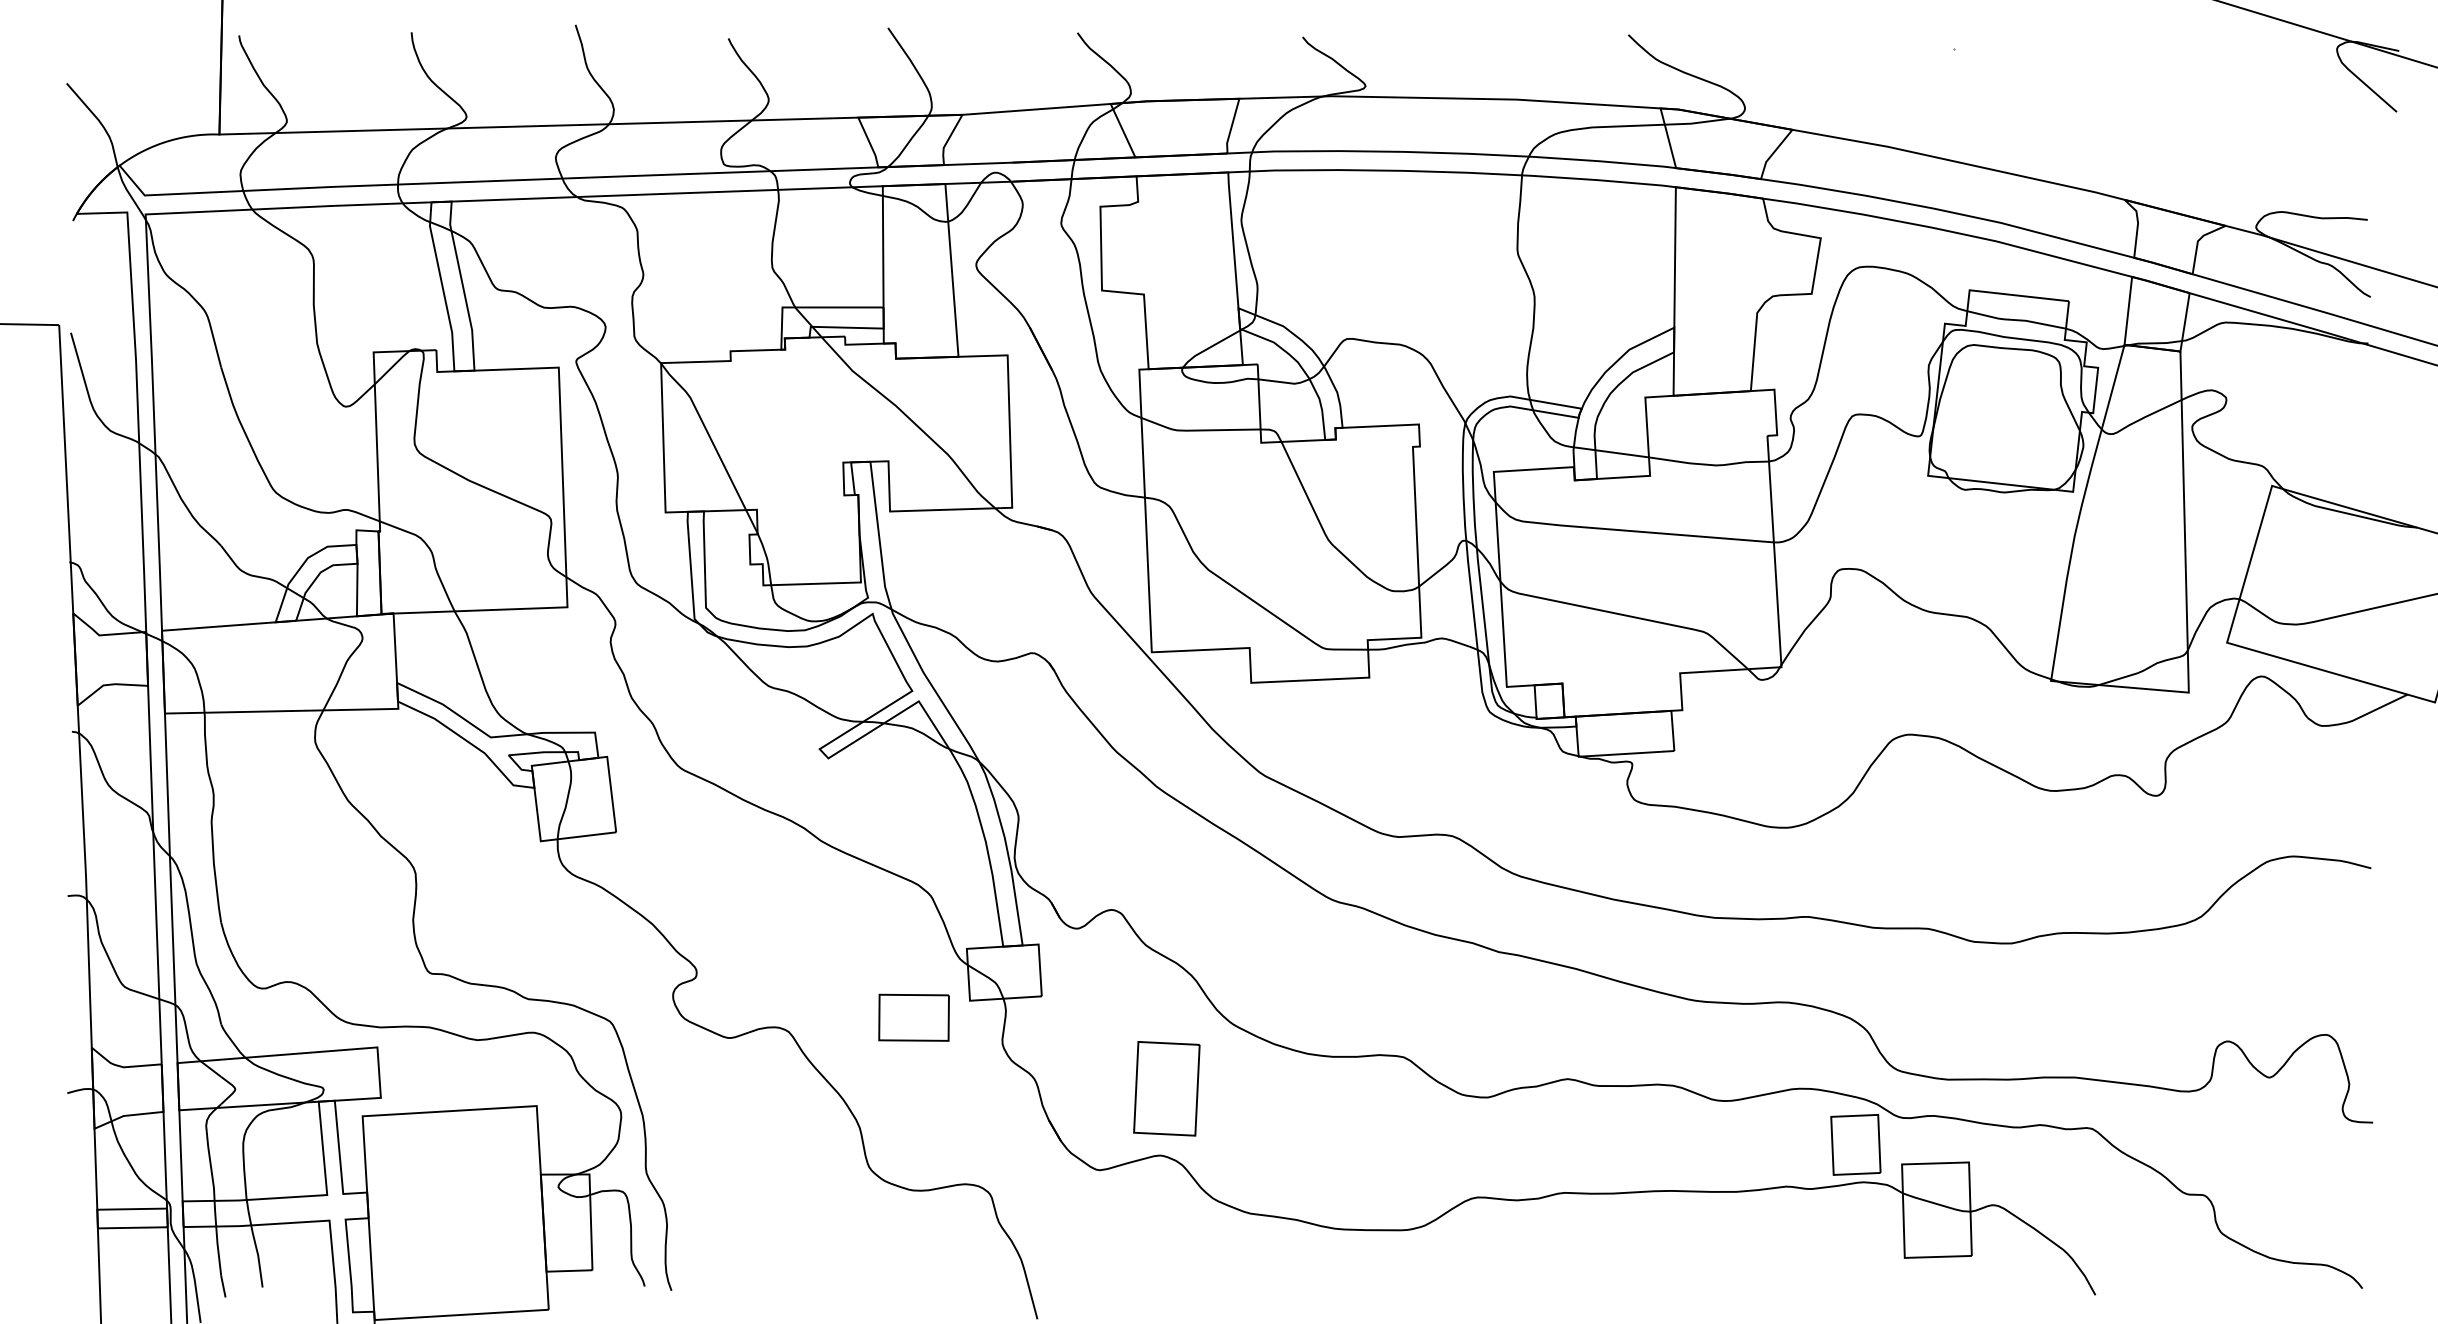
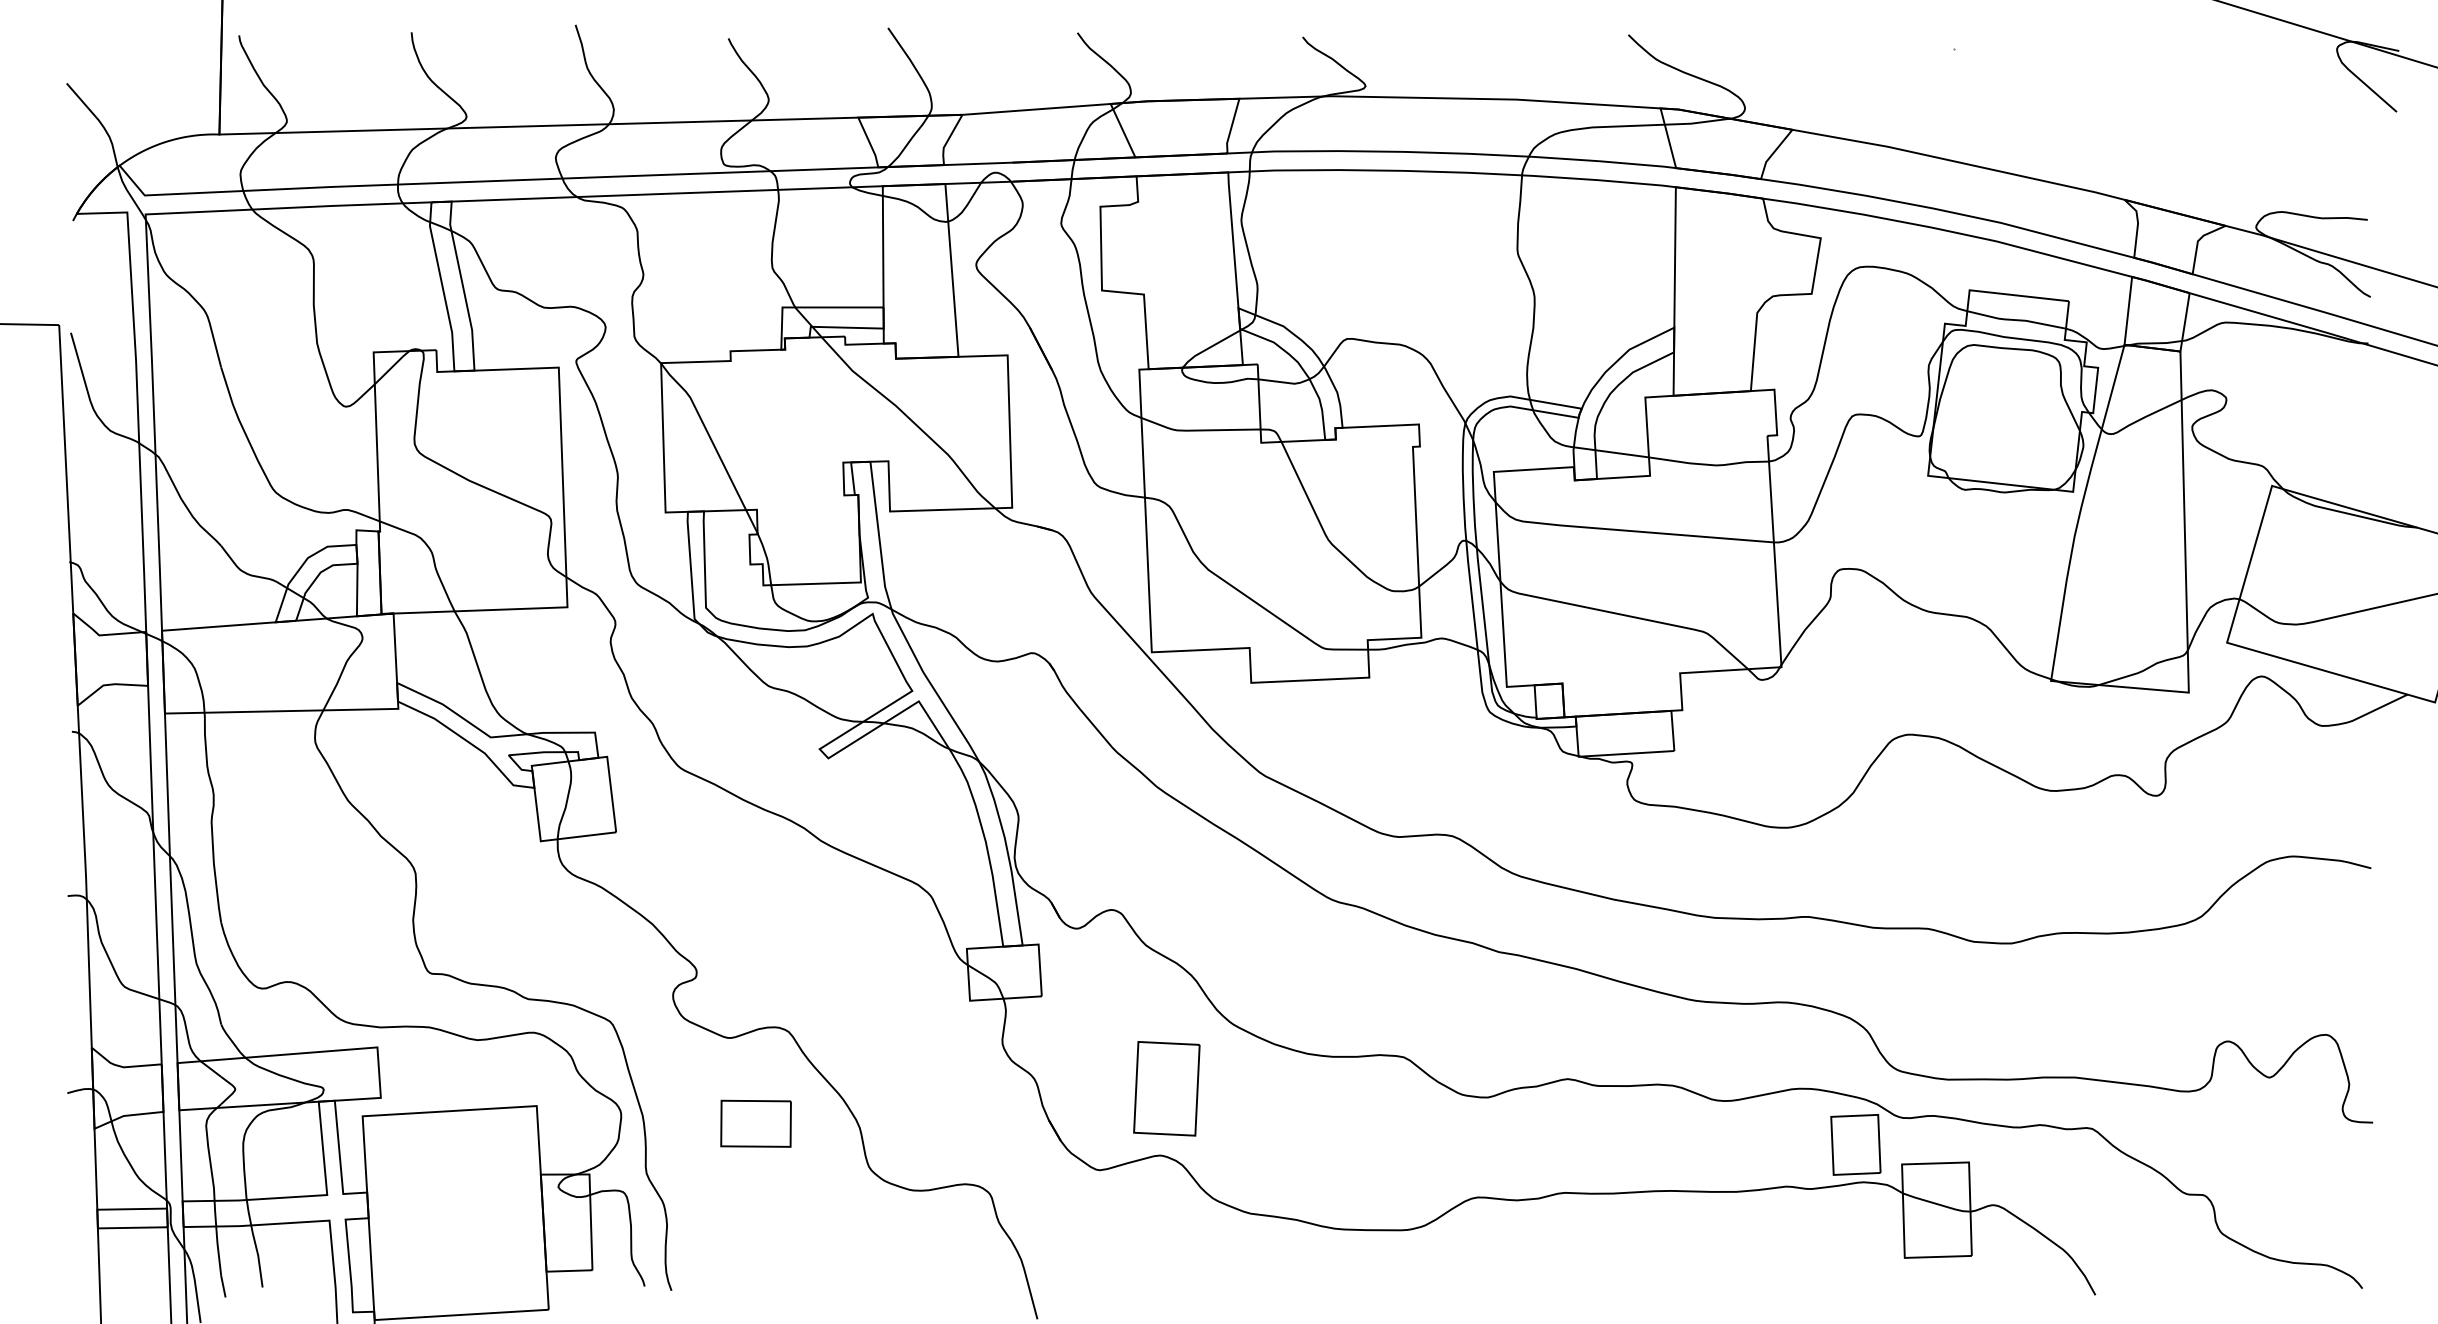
part at (913, 1017) position: (913, 1017) -> (755, 1123)
